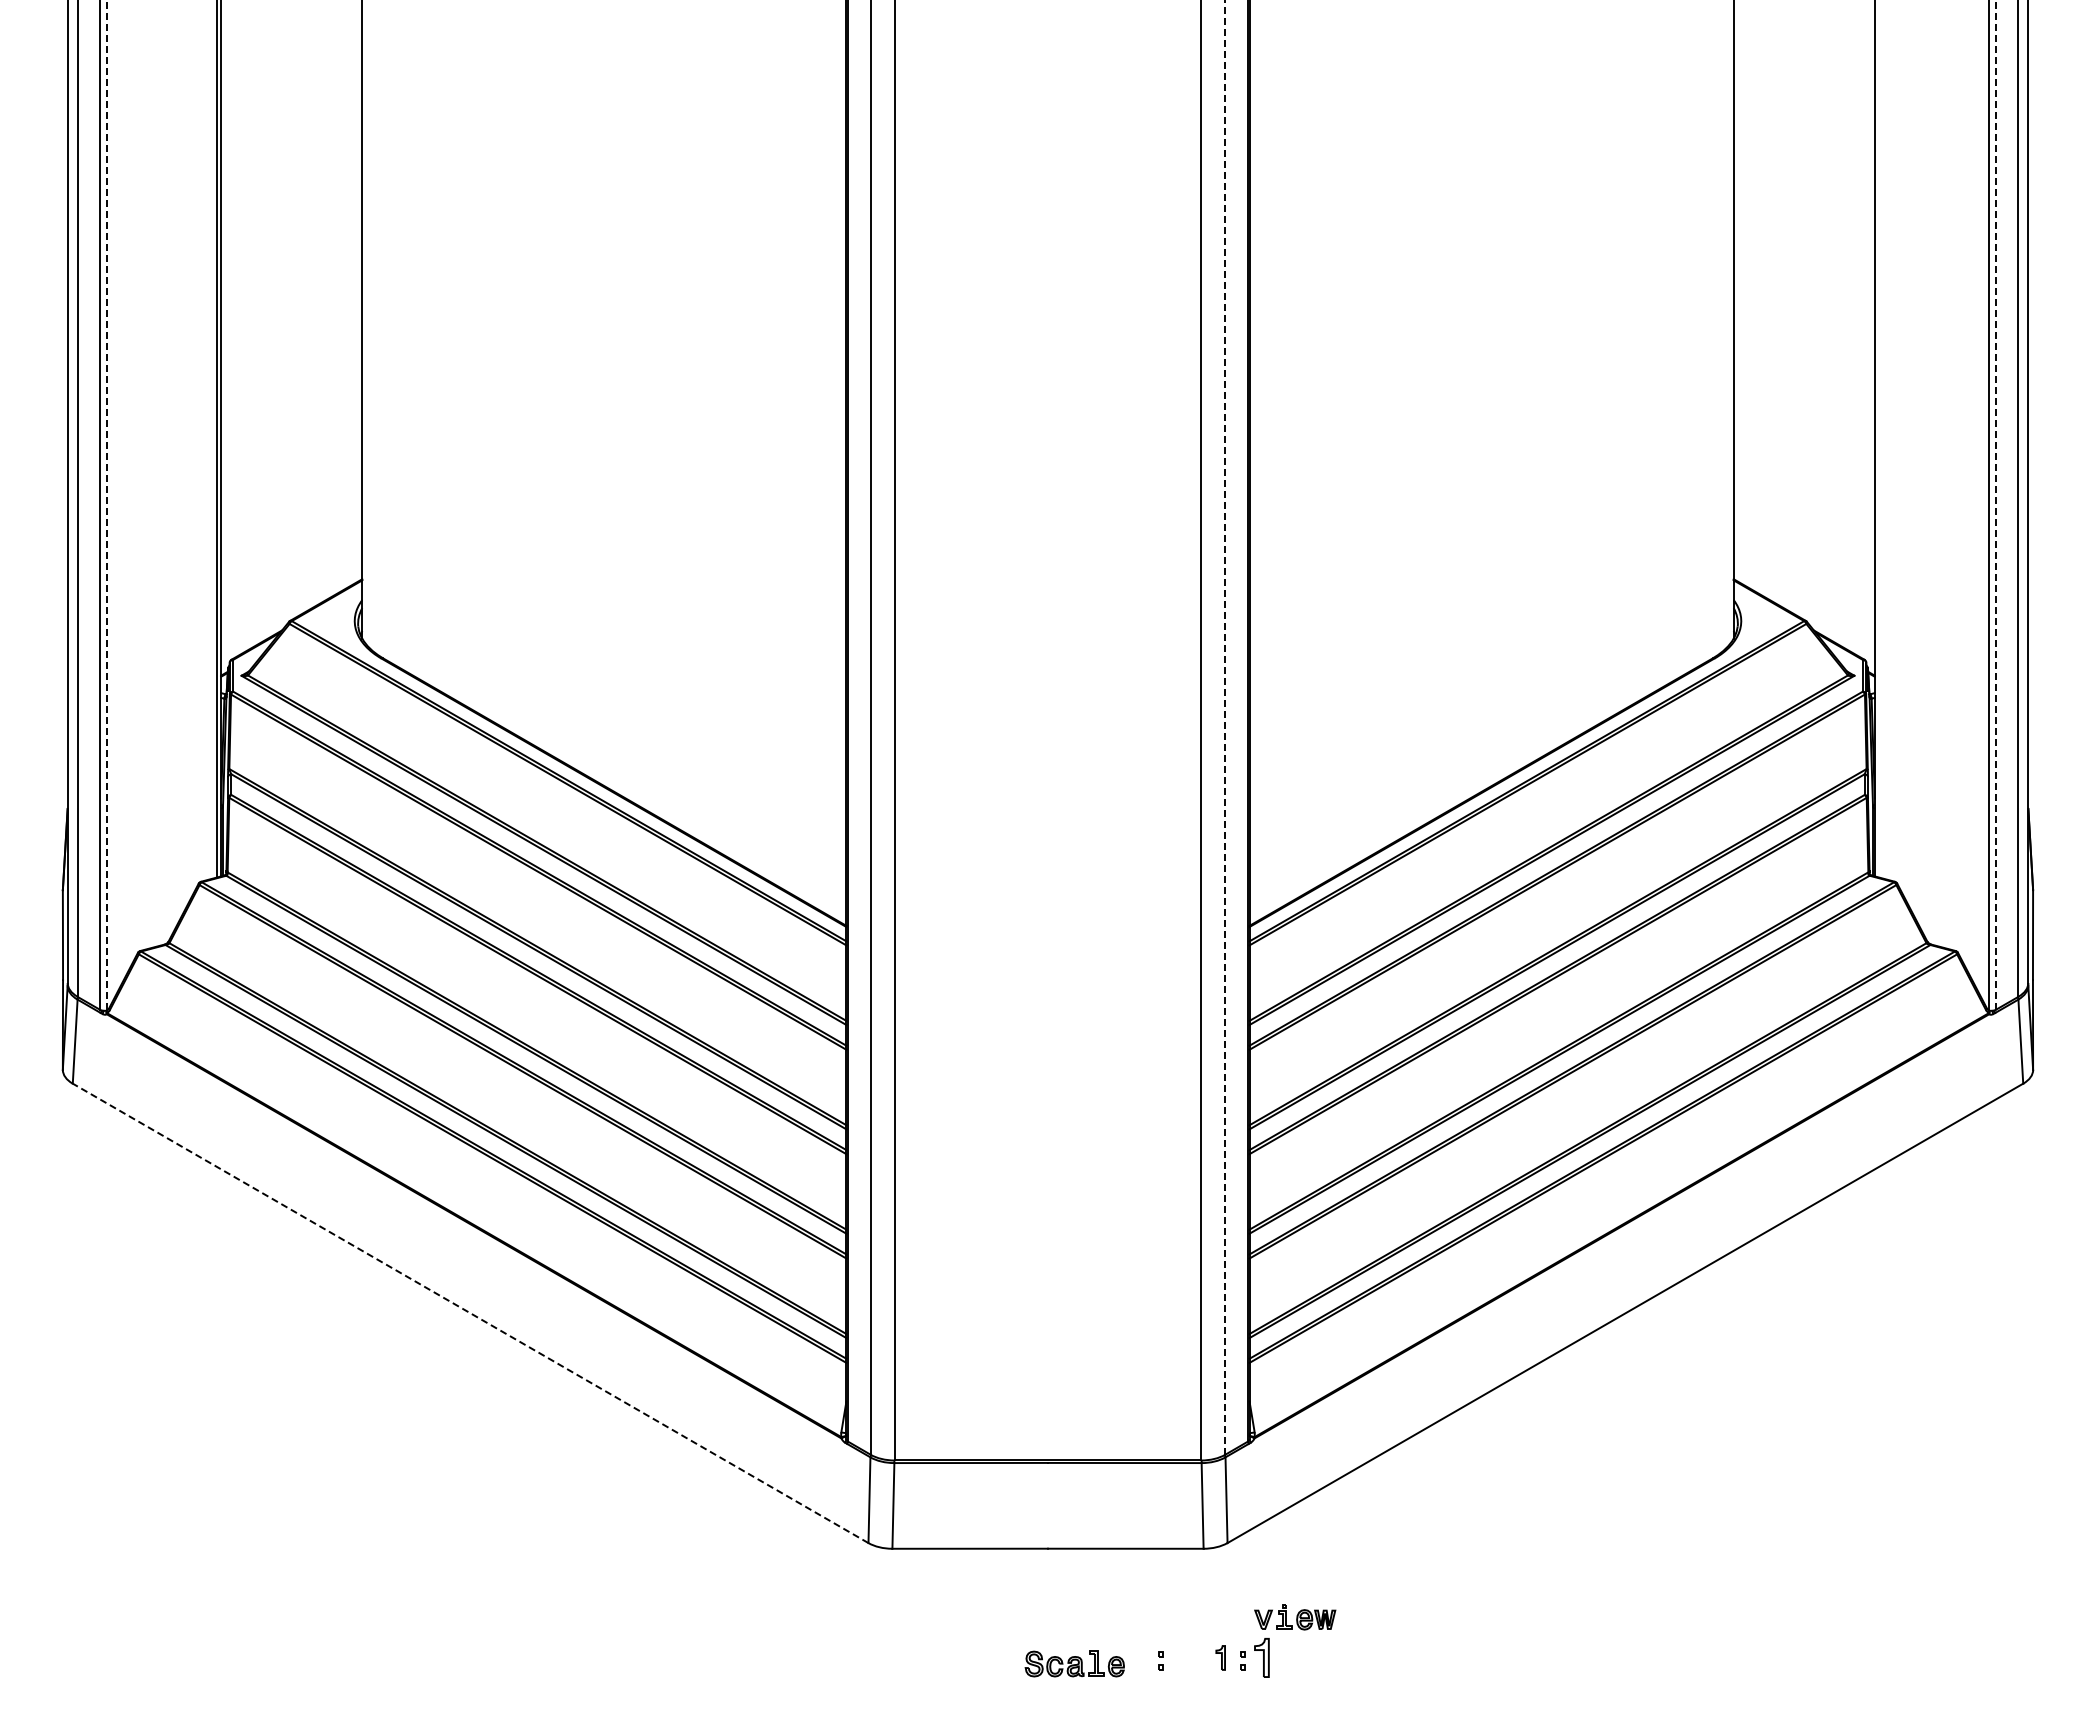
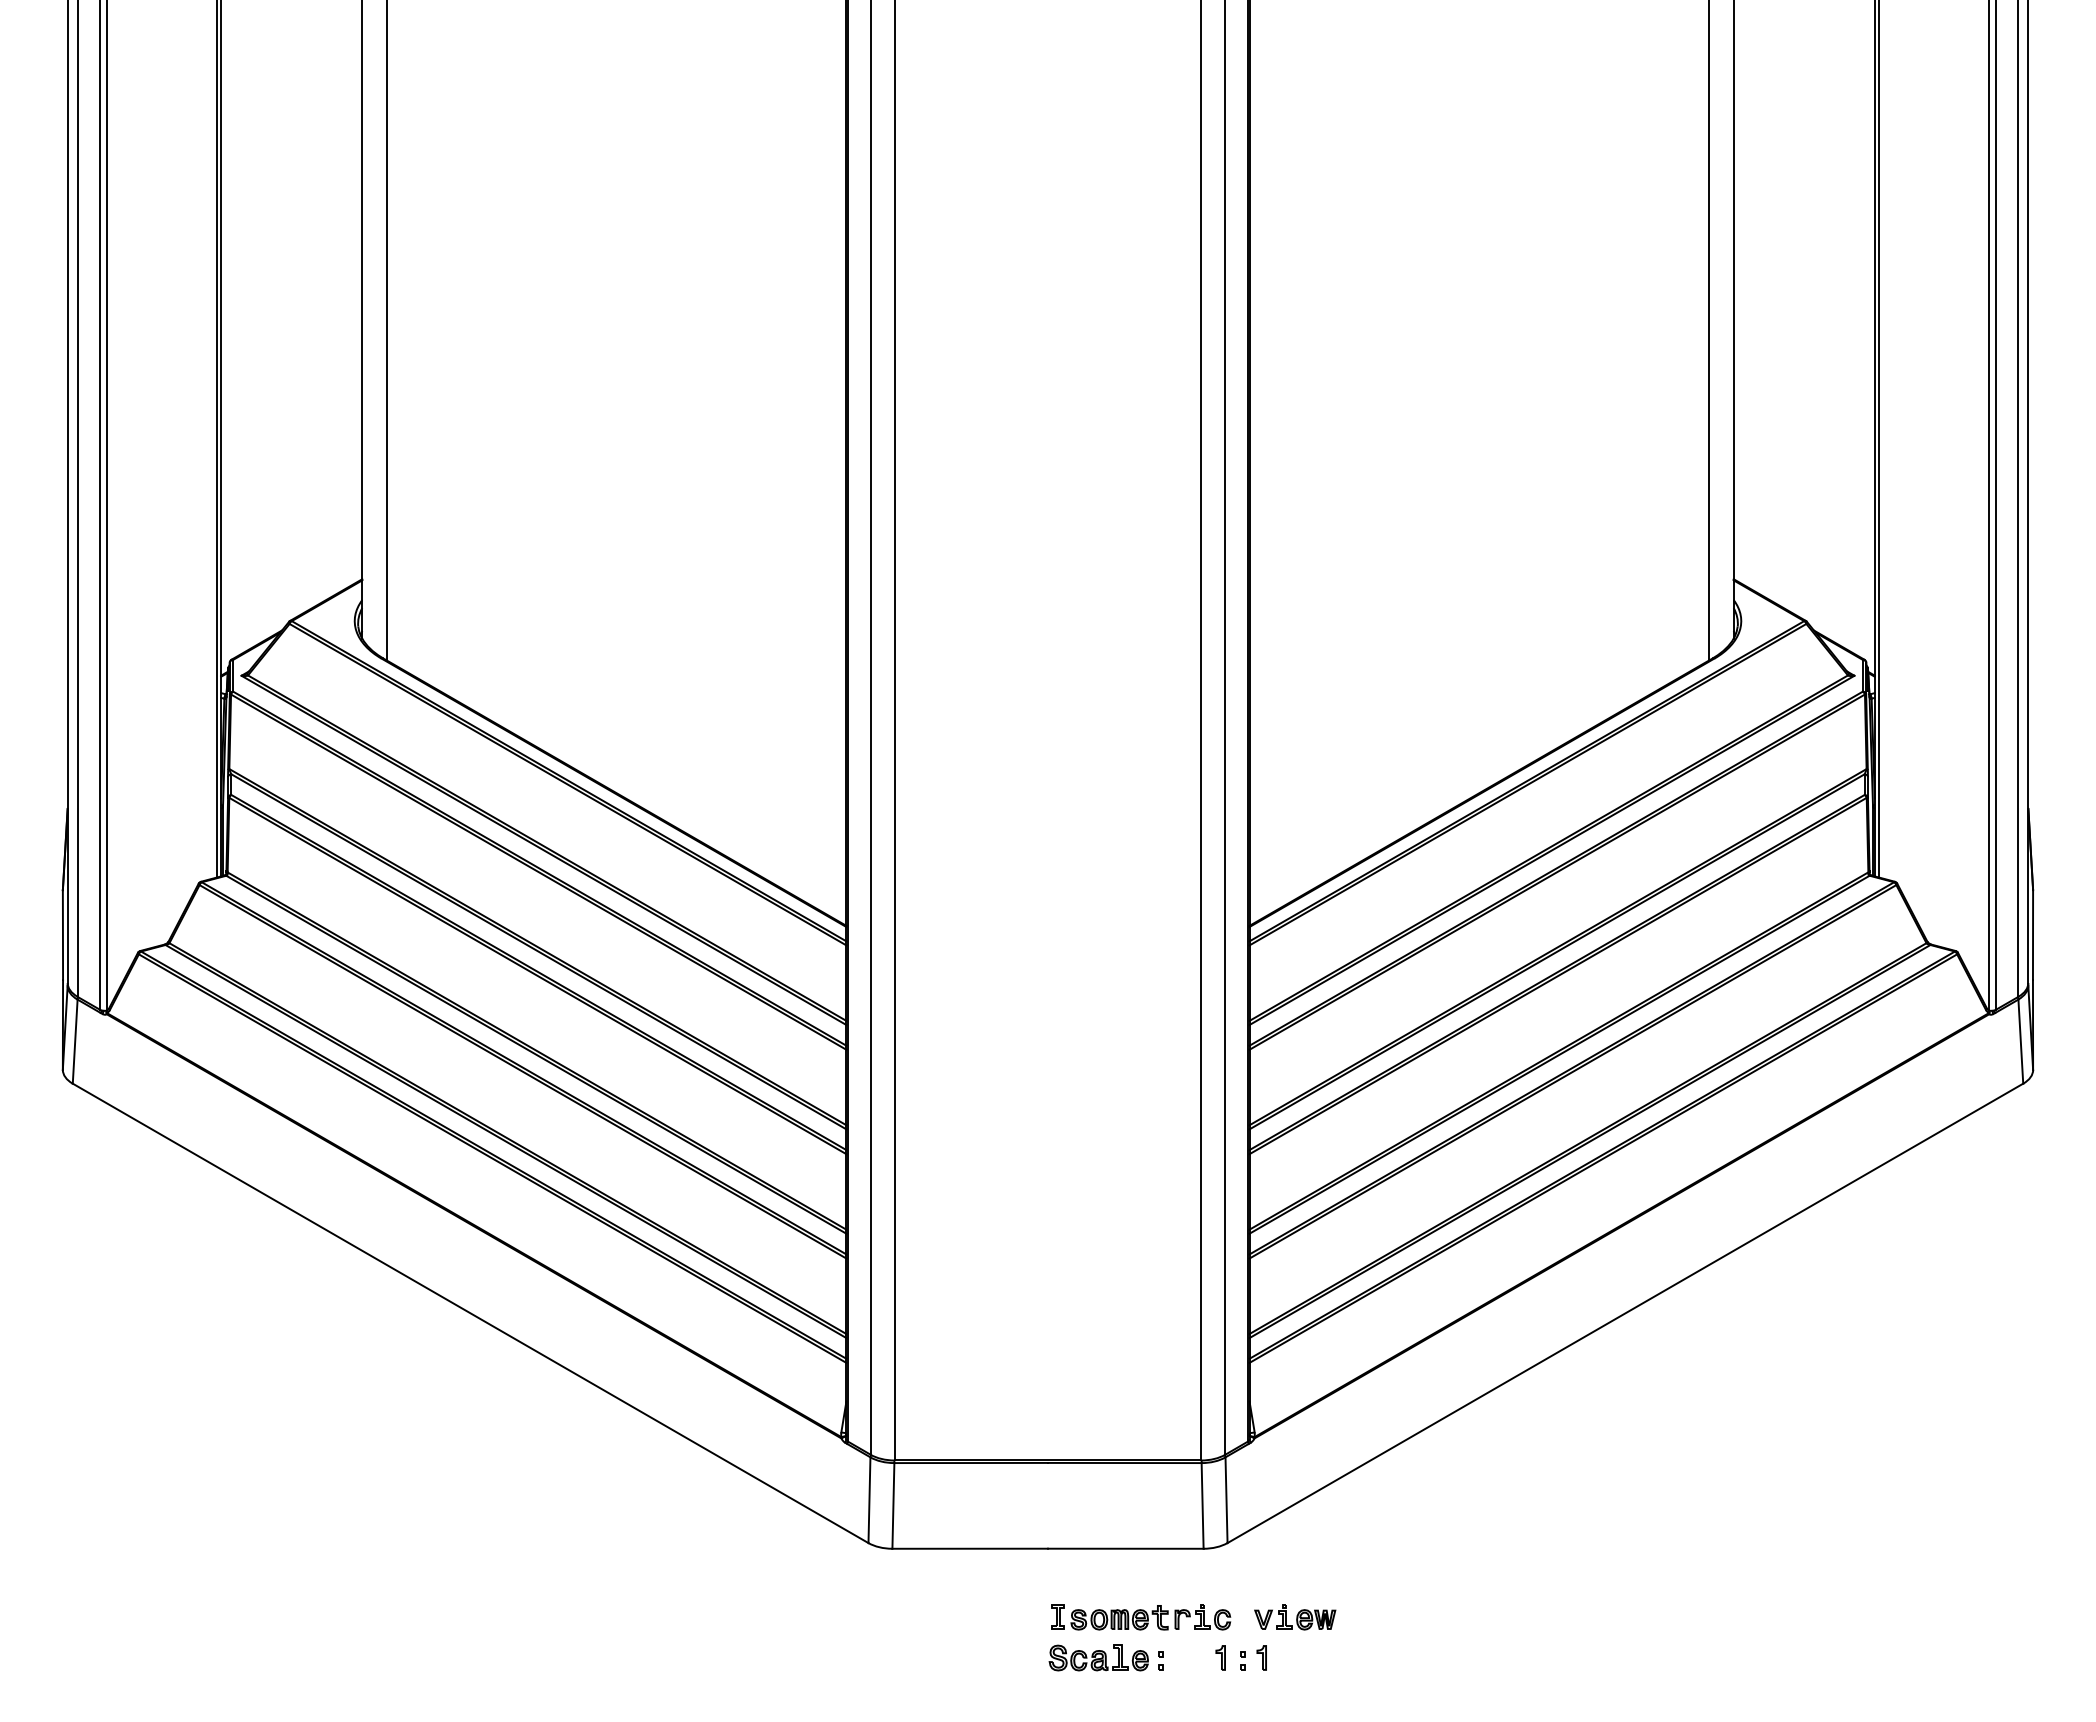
line at (387, 331): none -> present
line at (1708, 331): none -> present
line at (1878, 439): none -> present
line at (1996, 504): dashed -> solid
line at (107, 505): dashed -> solid
line at (1225, 726): dashed -> solid
line at (470, 1313): dashed -> solid
part at (1141, 1617): none -> present
part at (1261, 1657) size: 16x40 px -> 11x26 px
part at (1074, 1663) position: (1074, 1663) -> (1098, 1657)
